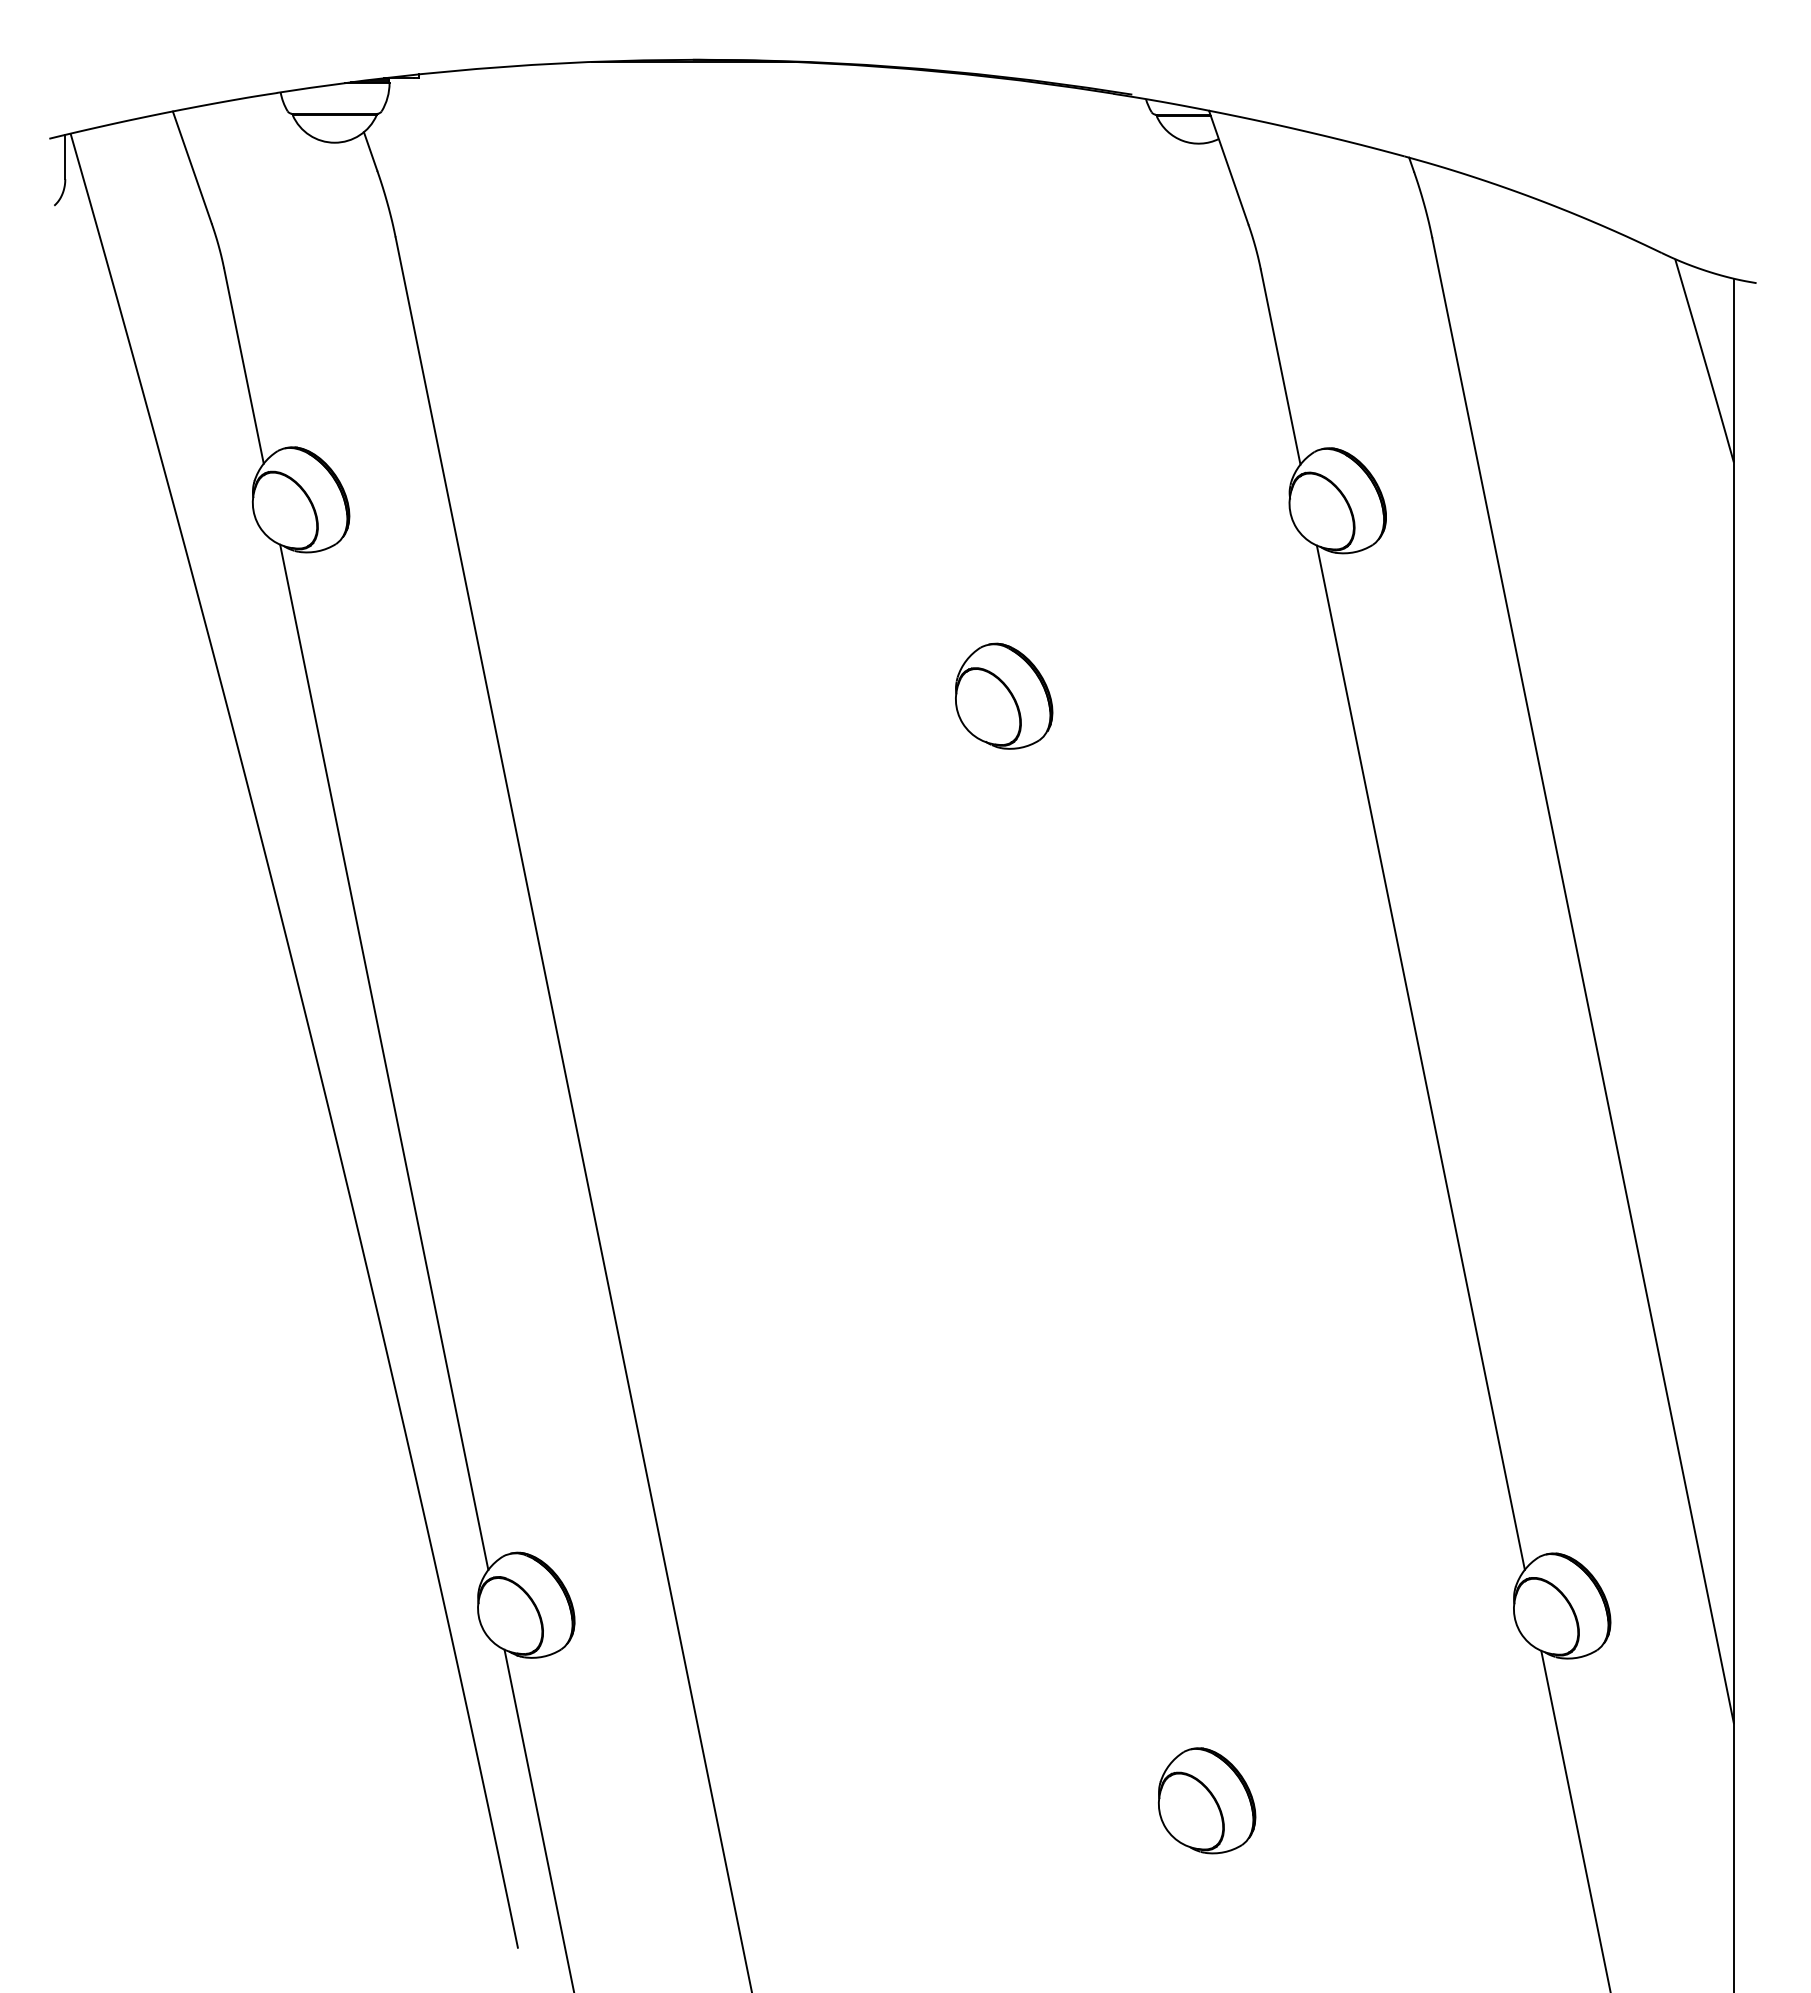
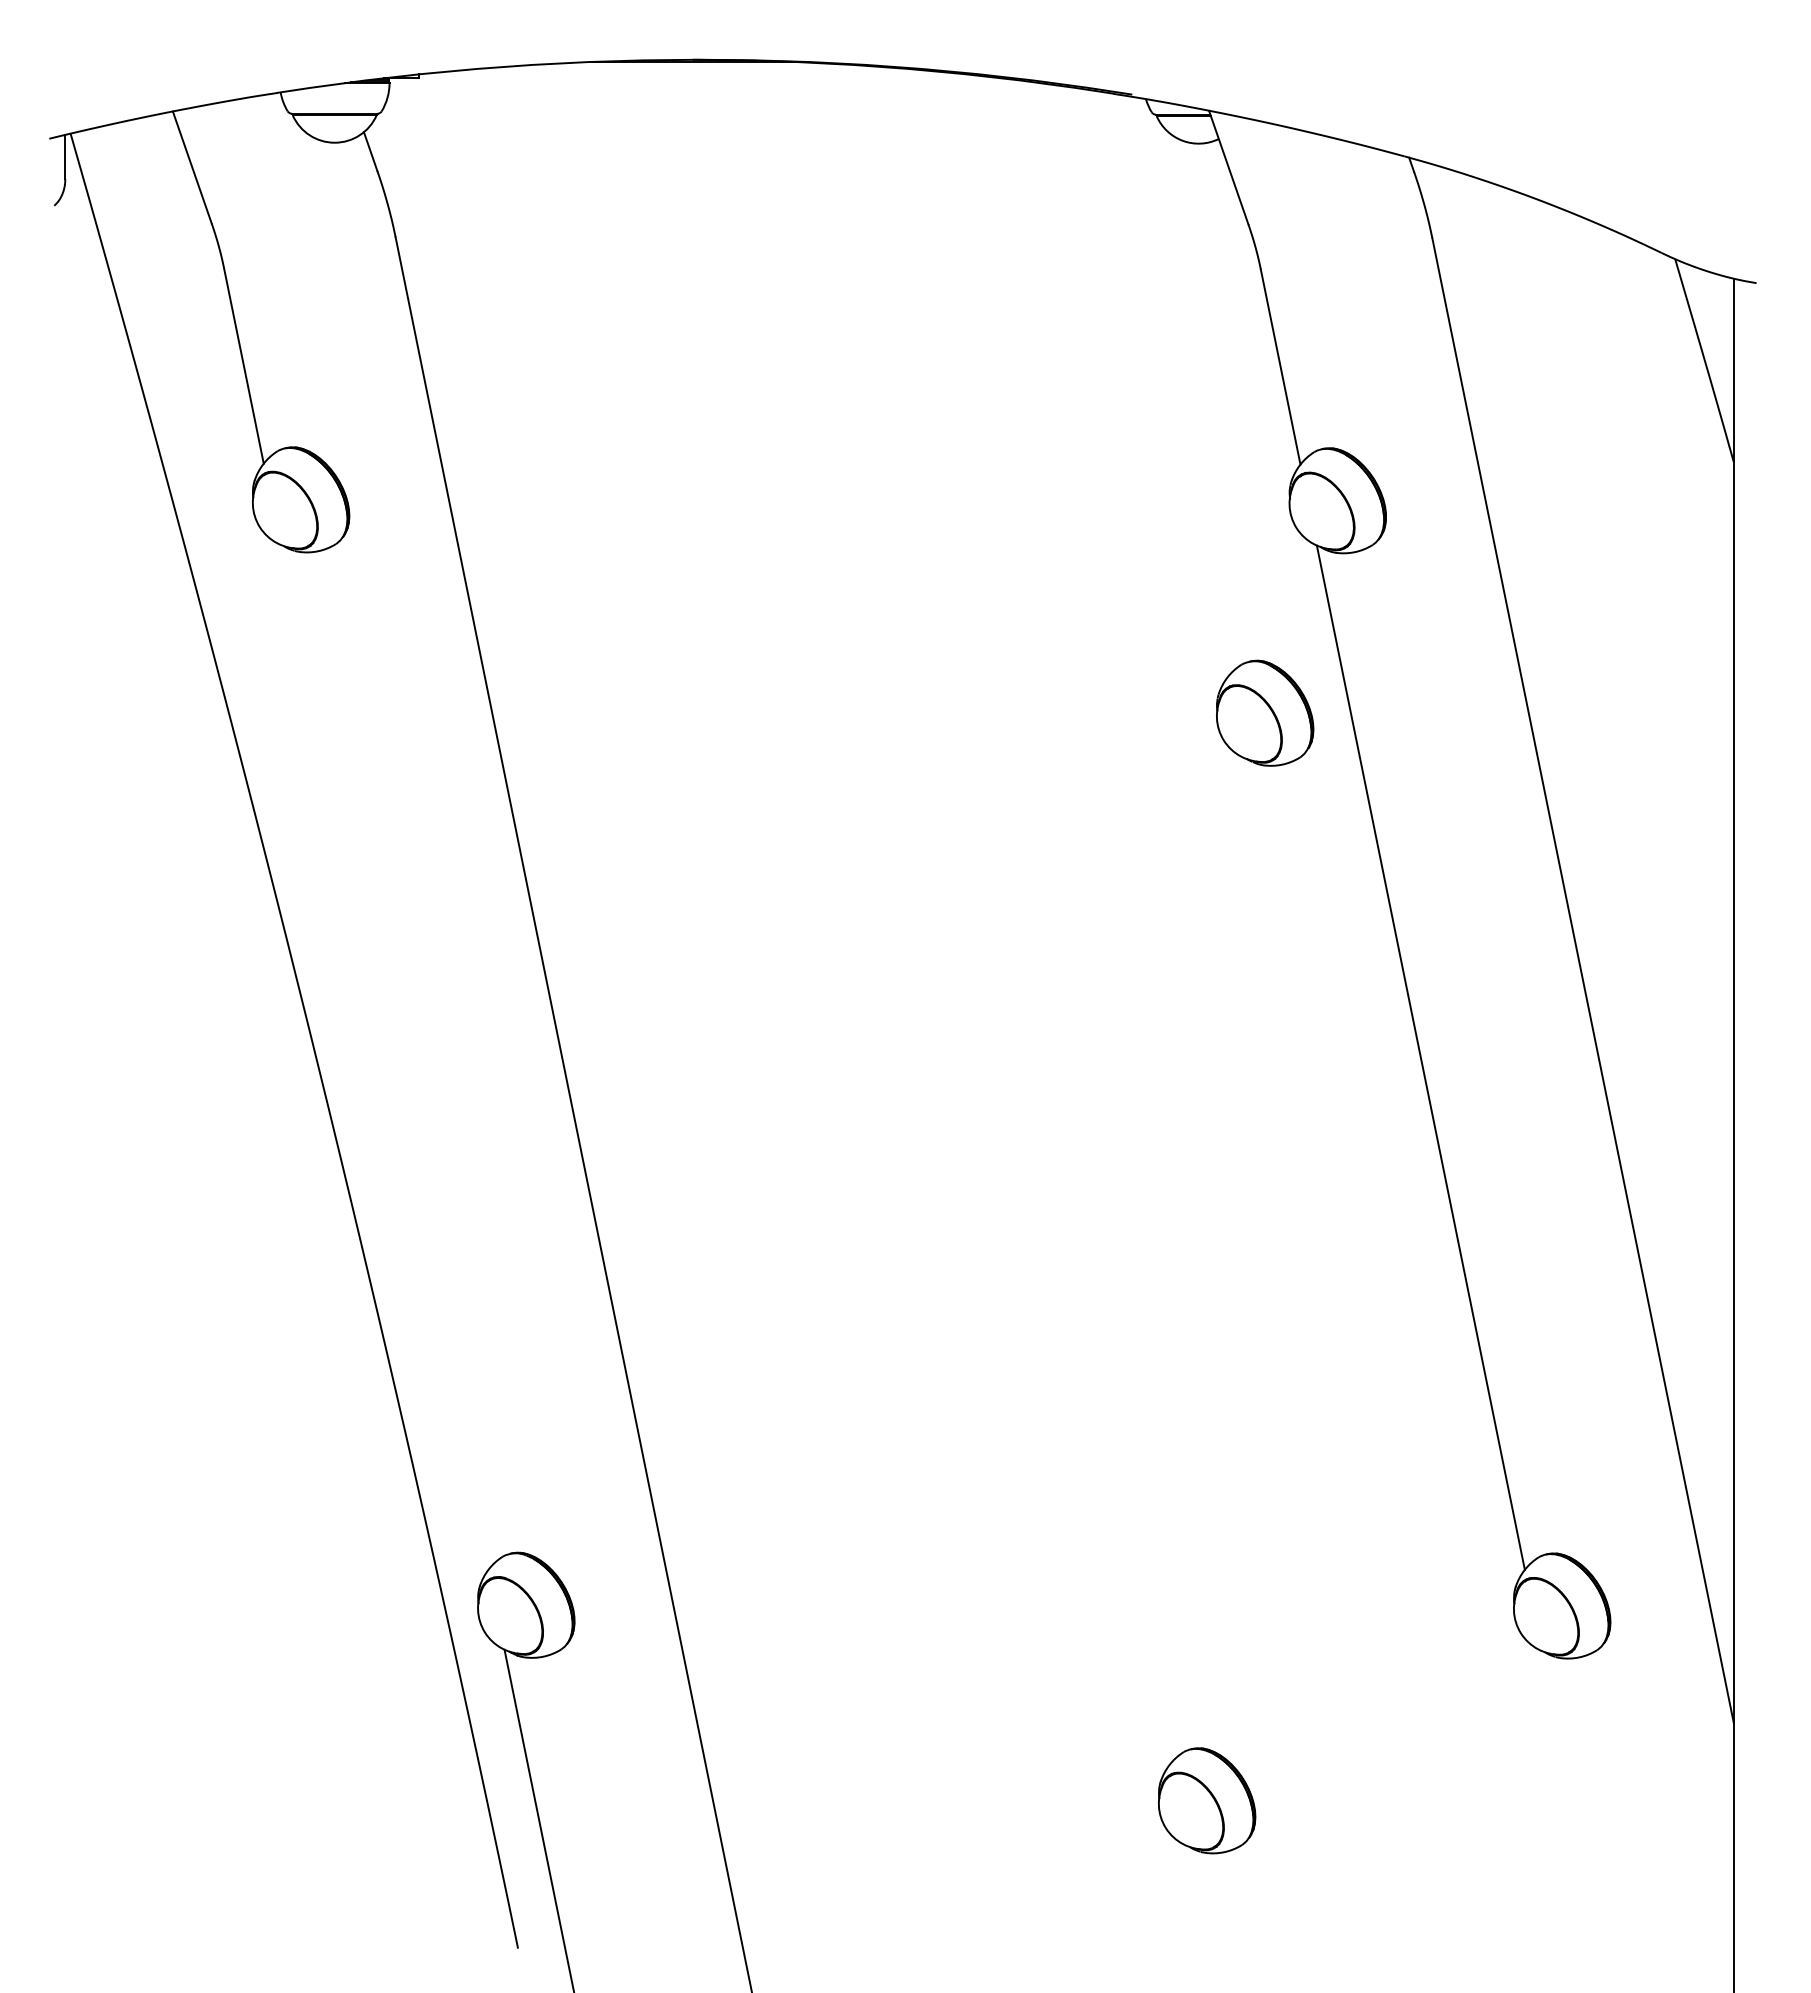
part at (1004, 695) position: (1004, 695) -> (1265, 712)
line at (384, 1056): present -> none
line at (1575, 1819): present -> none
